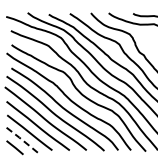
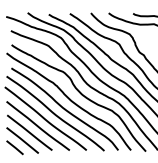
line at (22, 140): dashed -> solid
